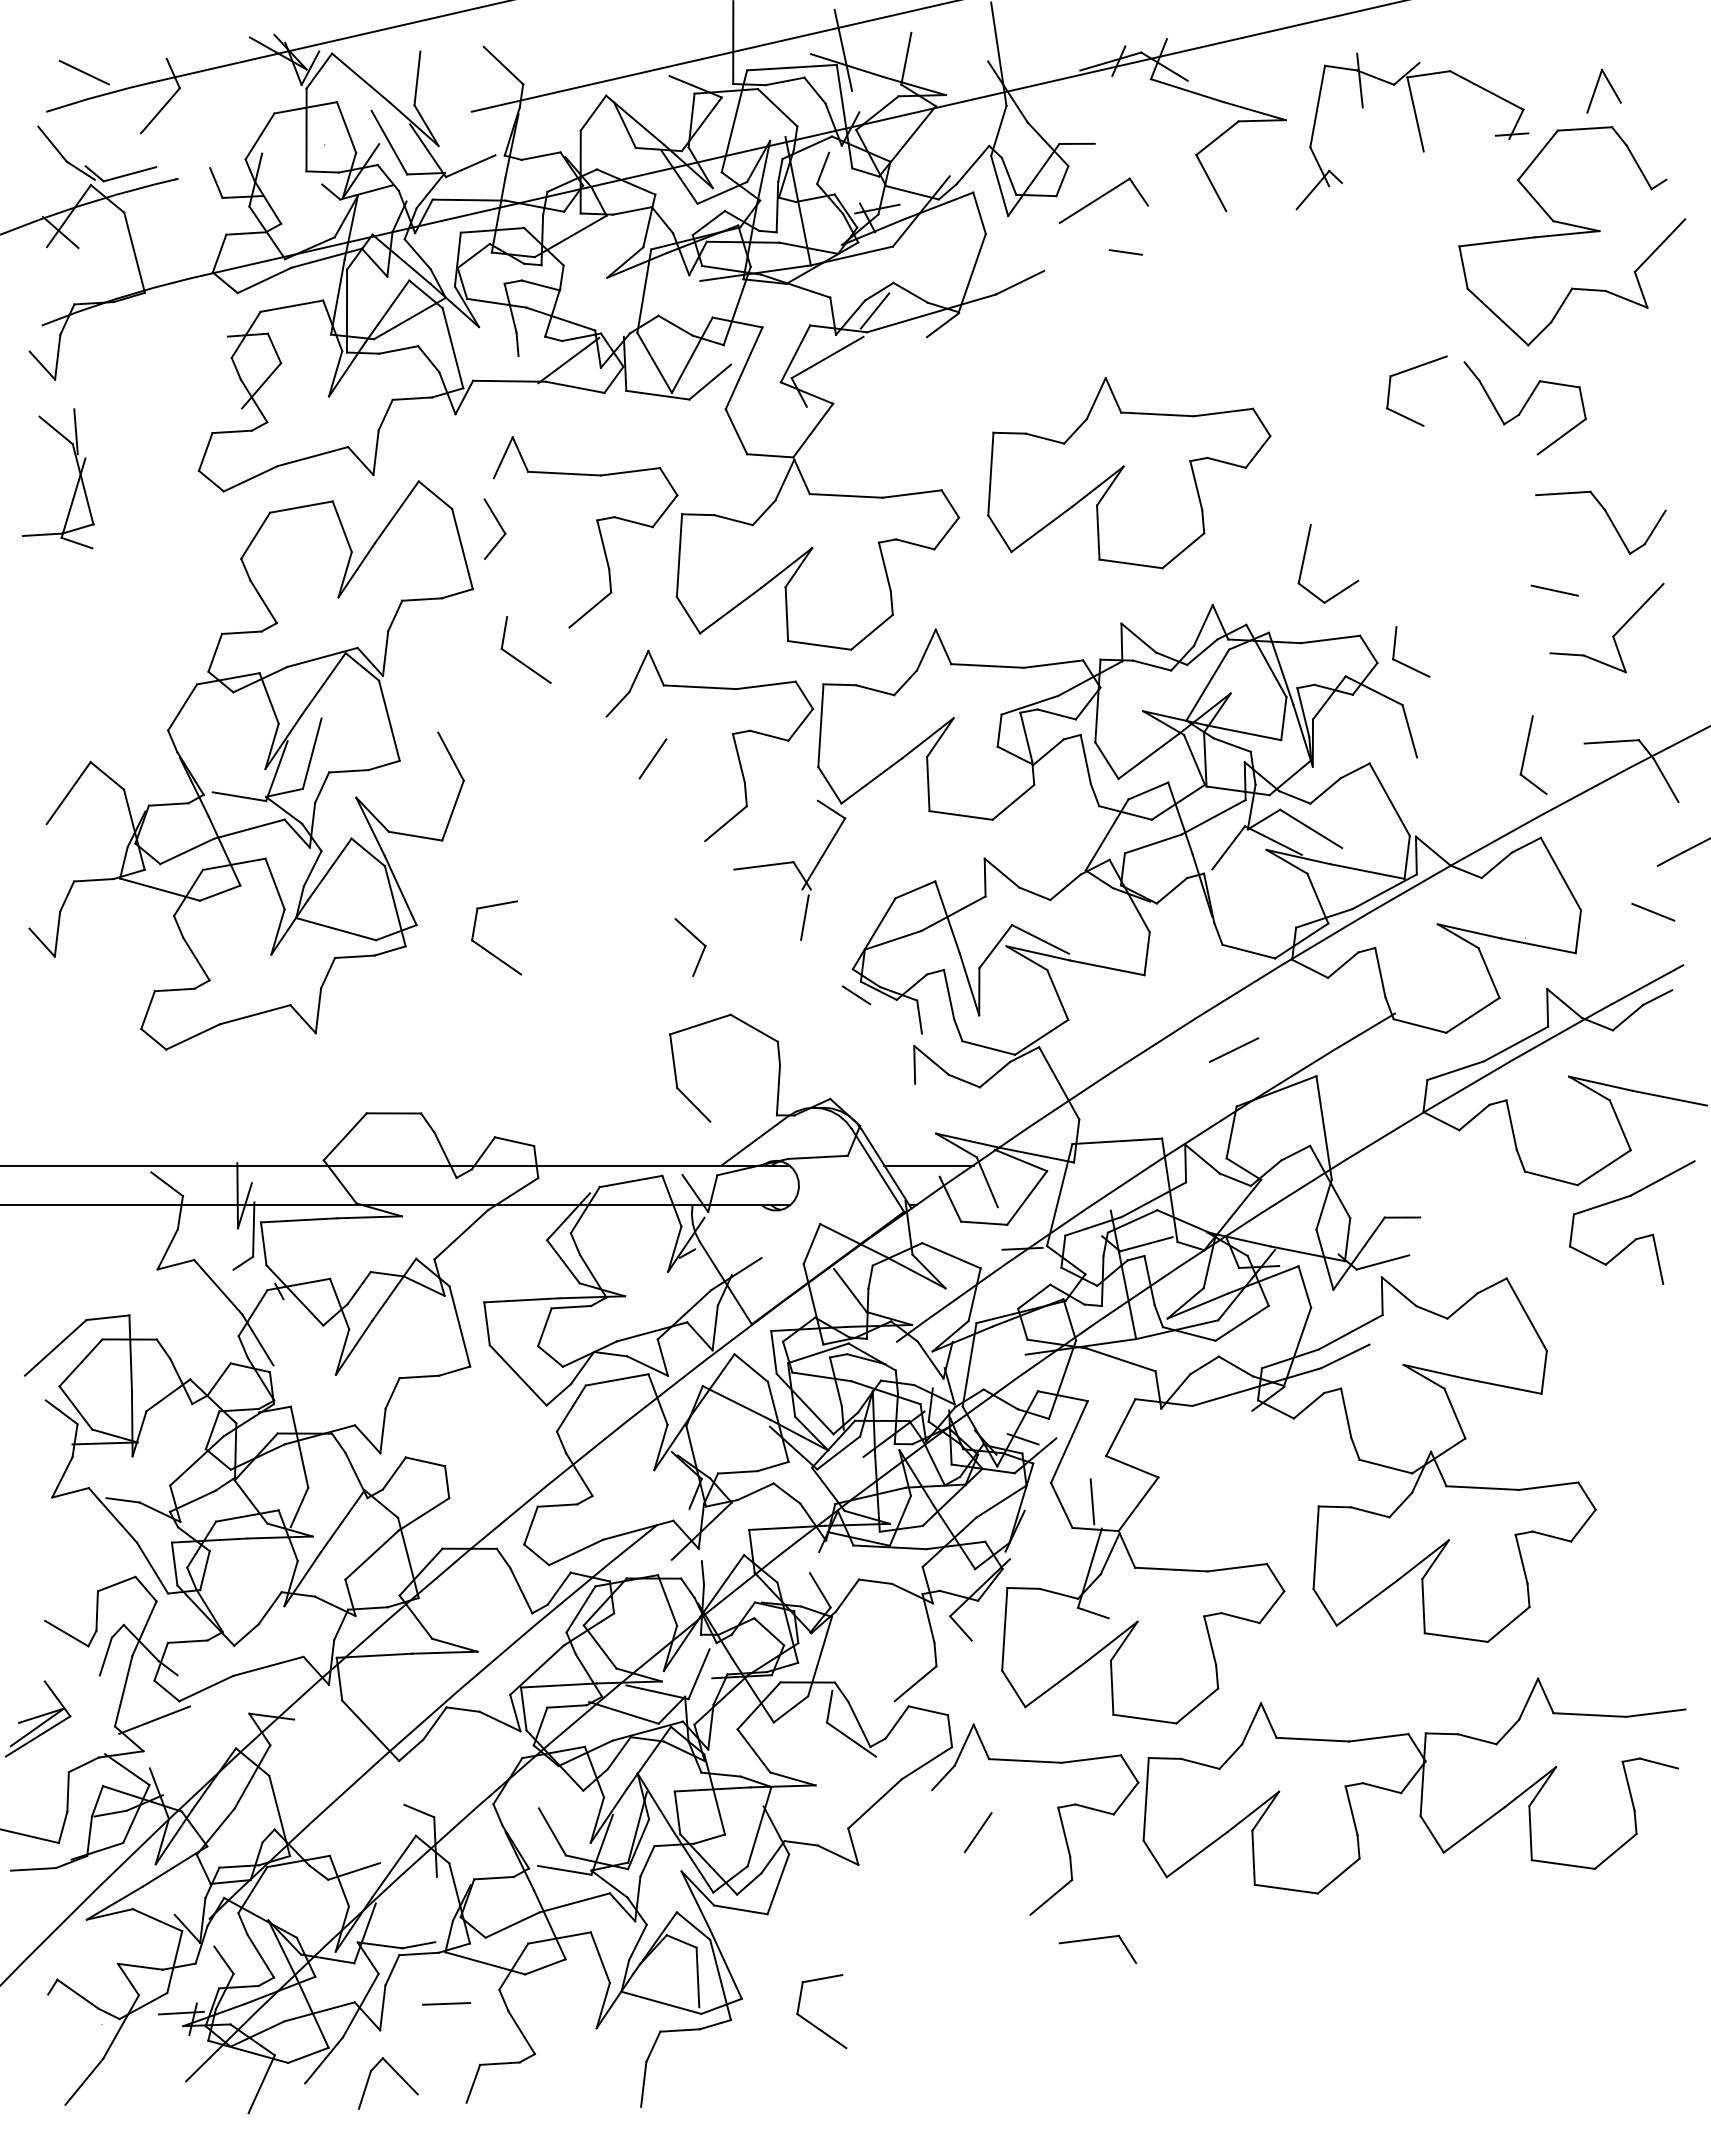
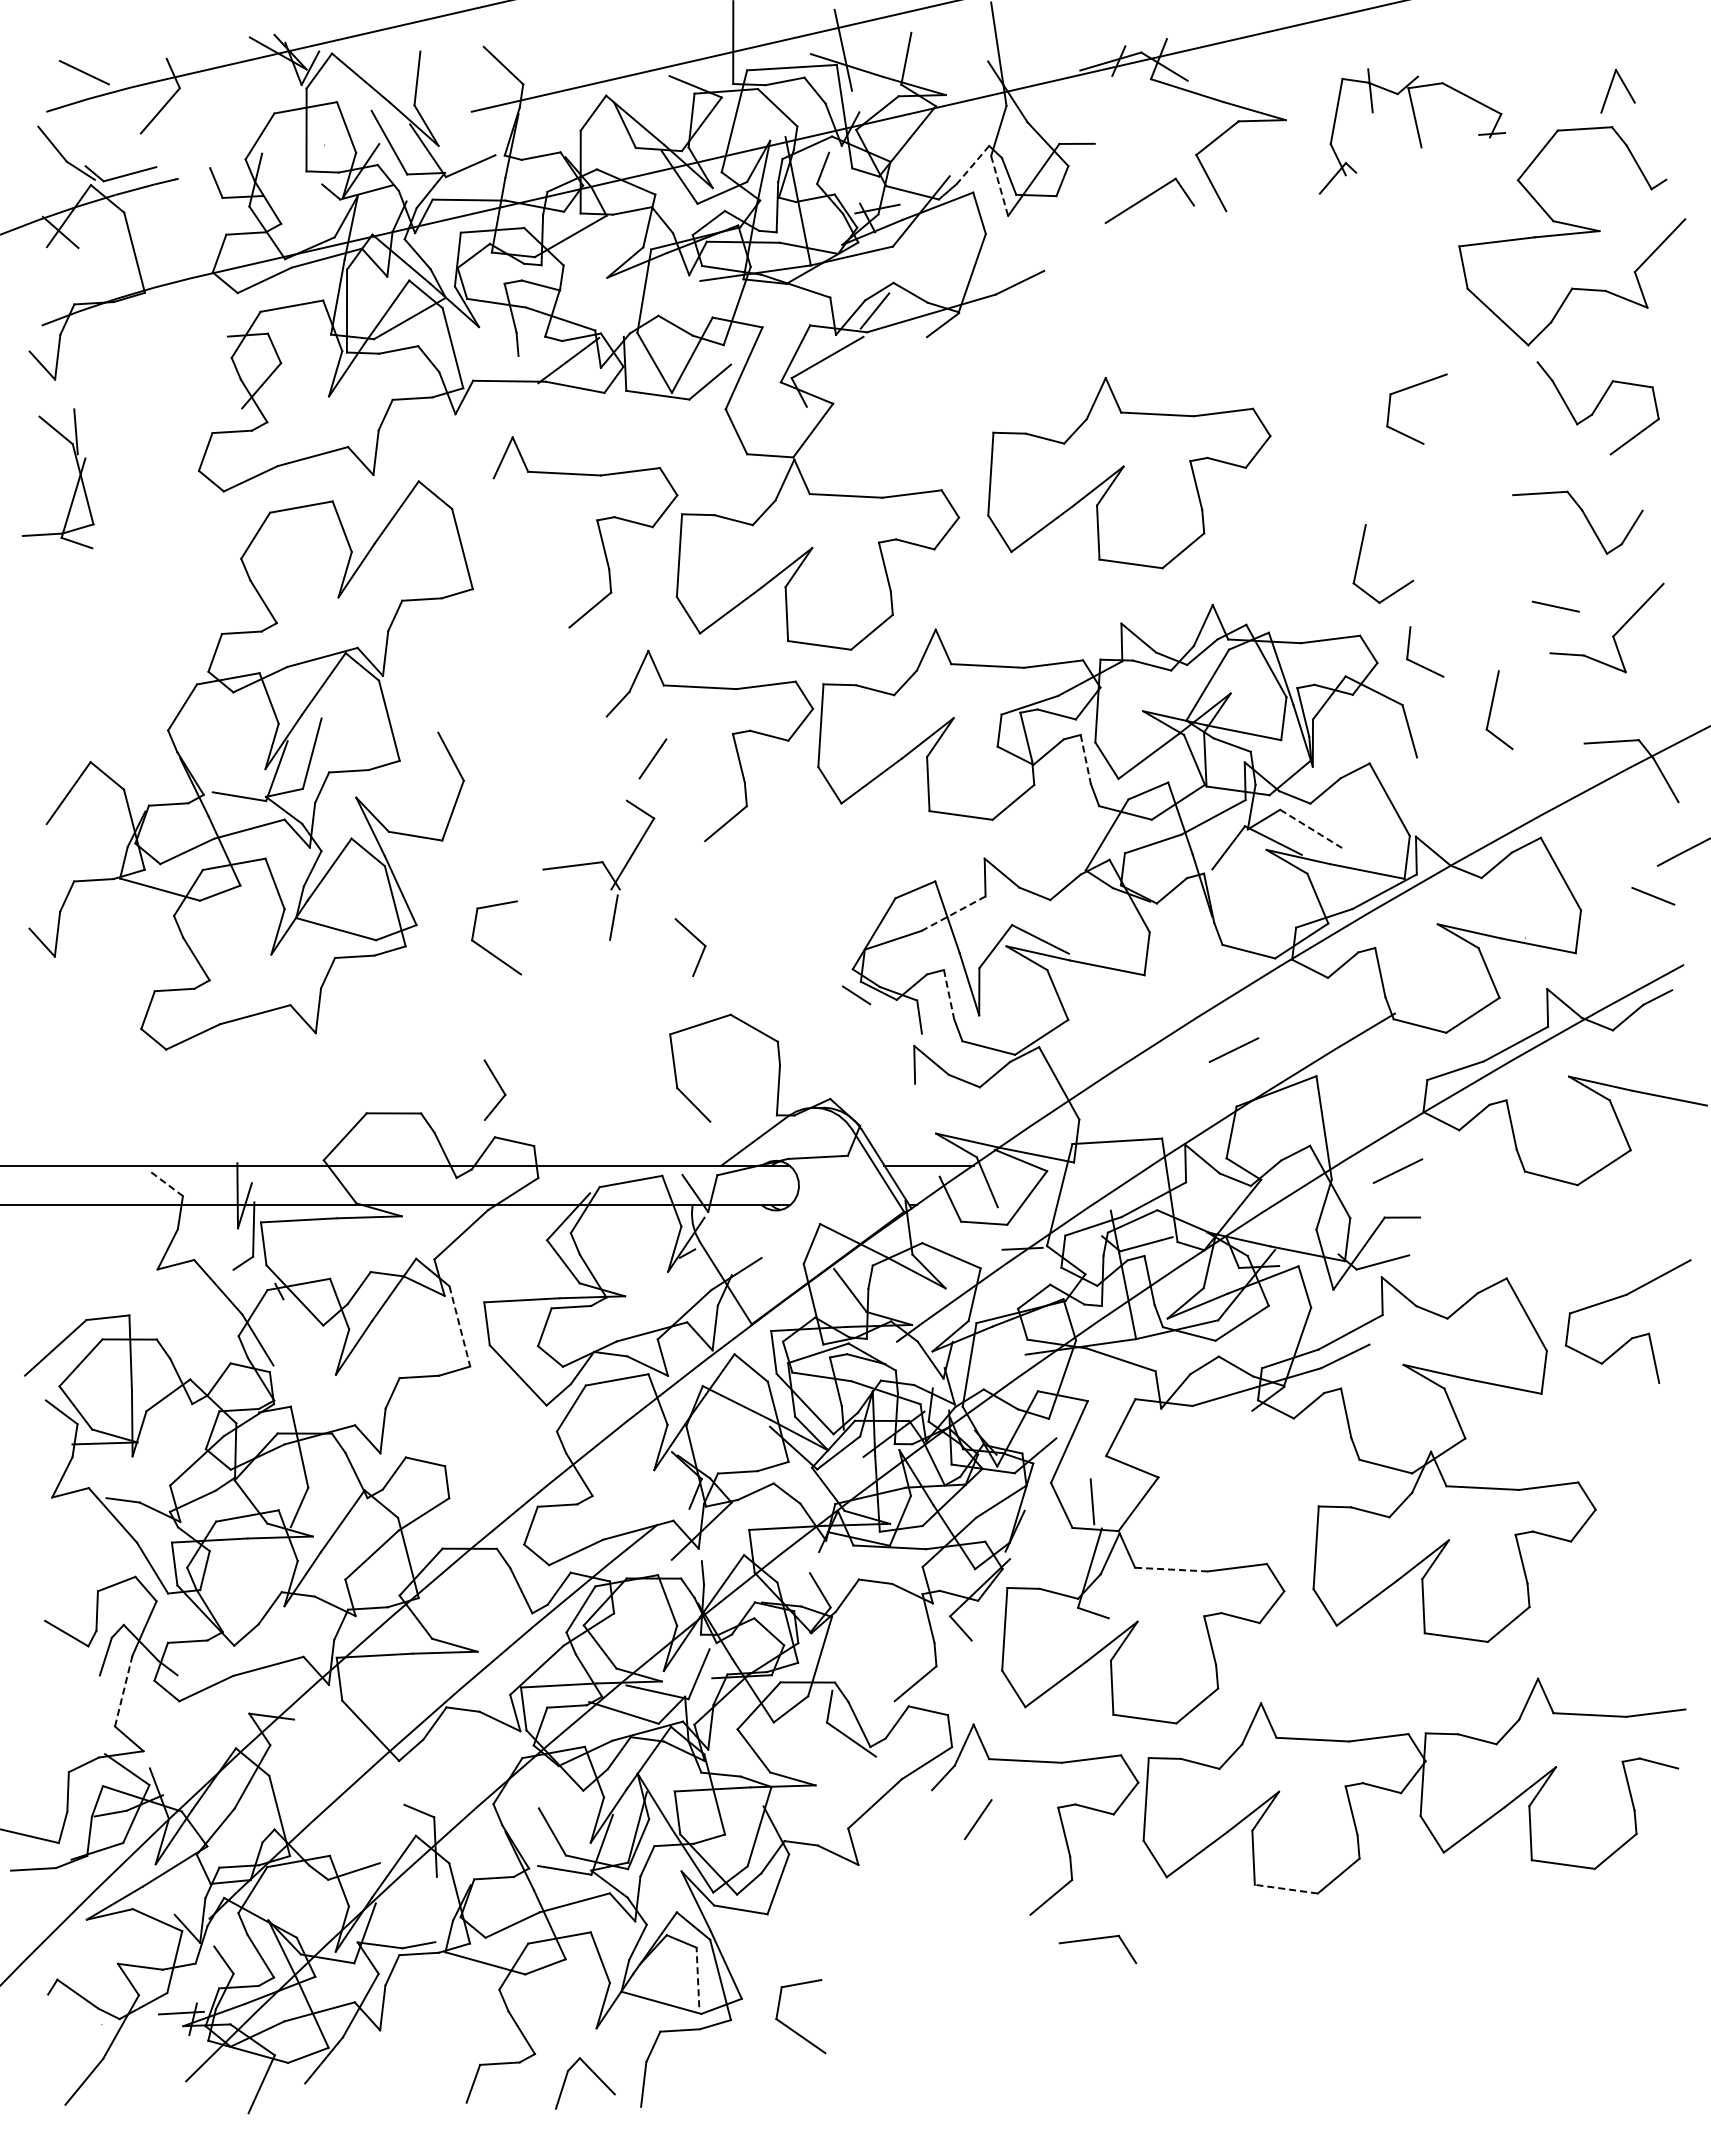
part at (1596, 89) position: (1596, 89) -> (1610, 89)
part at (1412, 131) size: 235x159 px -> 188x127 px
line at (972, 165): solid -> dashed
line at (999, 186): solid -> dashed
part at (1103, 200) position: (1103, 200) -> (1149, 200)
line at (1125, 252): present -> none
part at (1410, 370) position: (1410, 370) -> (1410, 388)
part at (1524, 408) position: (1524, 408) -> (1597, 408)
part at (1608, 518) position: (1608, 518) -> (1585, 518)
part at (494, 528) position: (494, 528) -> (494, 1089)
part at (1305, 556) position: (1305, 556) -> (1360, 556)
line at (1554, 590) position: (1554, 590) -> (1555, 606)
part at (517, 658): present -> none
part at (1404, 663) position: (1404, 663) -> (1418, 663)
part at (1526, 752) position: (1526, 752) -> (1492, 707)
line at (1085, 760): solid -> dashed
line at (1311, 829): solid -> dashed
part at (789, 869) position: (789, 869) -> (598, 869)
line at (1653, 912) position: (1653, 912) -> (1653, 896)
line at (953, 913): solid -> dashed
line at (949, 995): solid -> dashed
line at (1397, 1170): none -> present
line at (167, 1184): solid -> dashed
part at (1638, 1237) position: (1638, 1237) -> (1634, 1336)
line at (460, 1326): solid -> dashed
line at (1022, 1439): present -> none
line at (1171, 1569): solid -> dashed
line at (123, 1690): solid -> dashed
part at (37, 1718): present -> none
line at (154, 1719): present -> none
line at (977, 1832) position: (977, 1832) -> (977, 1819)
line at (1286, 1889): solid -> dashed
line at (697, 1977): solid -> dashed
line at (446, 2003): present -> none
part at (814, 2024) position: (814, 2024) -> (793, 2029)
part at (397, 2074) position: (397, 2074) -> (594, 2074)
